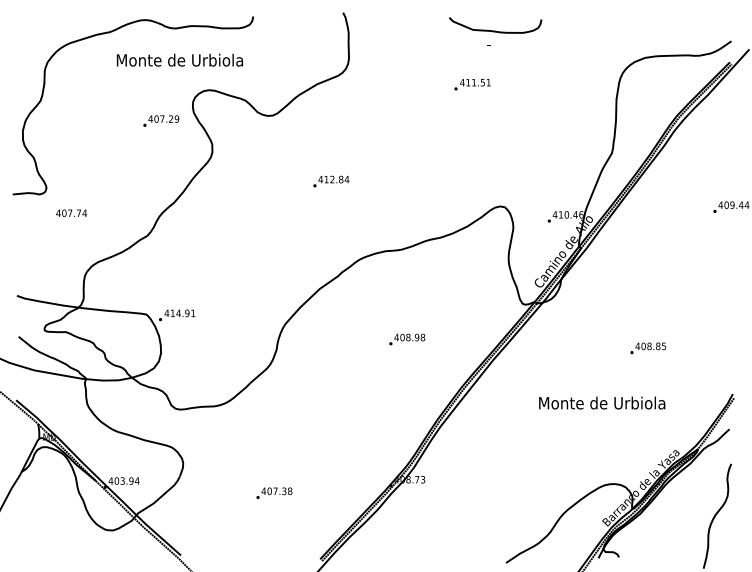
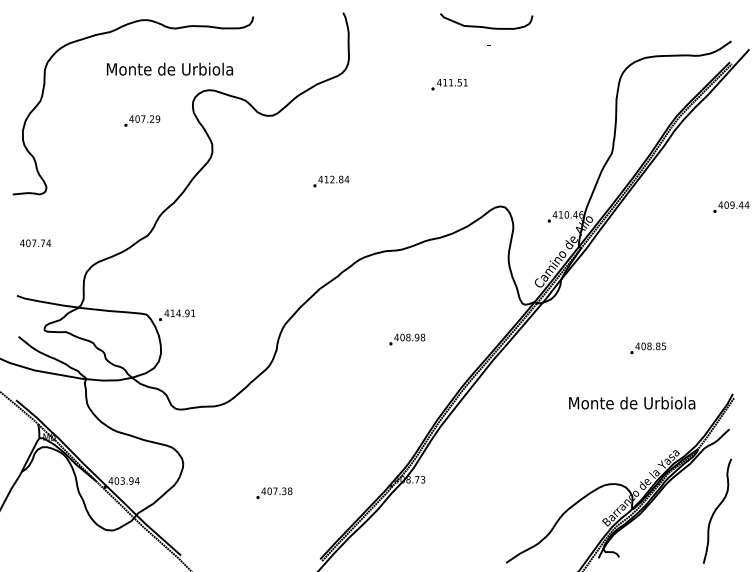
curve at (495, 30) position: (495, 30) -> (486, 26)
text at (179, 59) position: (179, 59) -> (169, 68)
text at (472, 84) position: (472, 84) -> (449, 84)
text at (161, 120) position: (161, 120) -> (142, 120)
text at (71, 213) position: (71, 213) -> (35, 243)
text at (602, 402) position: (602, 402) -> (632, 402)
curve at (716, 515) position: (716, 515) -> (716, 510)
